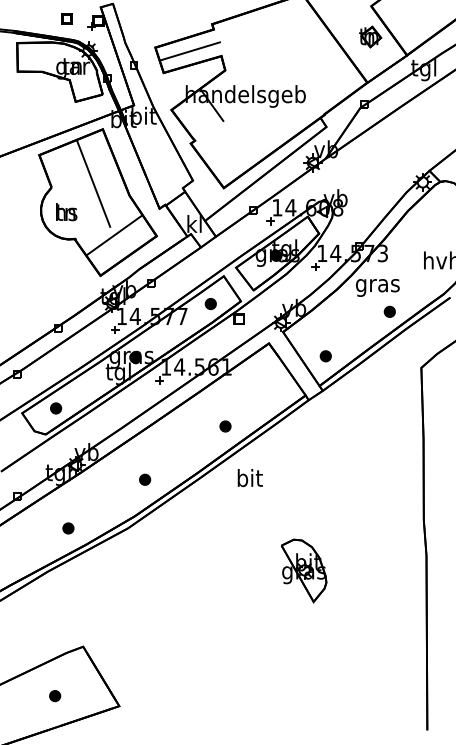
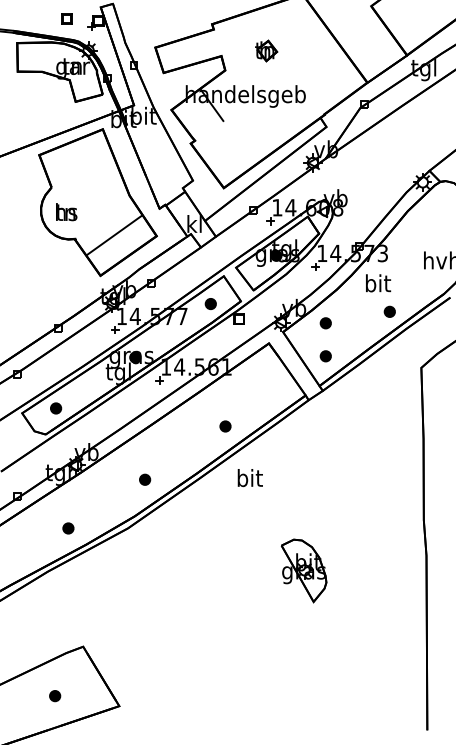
part at (370, 36) position: (370, 36) -> (266, 50)
line at (190, 51): present -> none
line at (93, 183): present -> none
text at (377, 285): gras -> bit
part at (325, 323): none -> present
